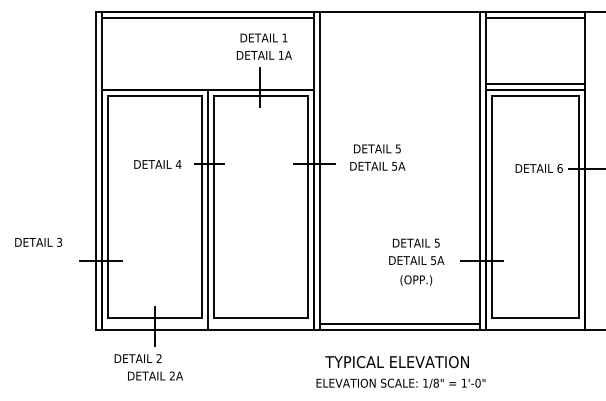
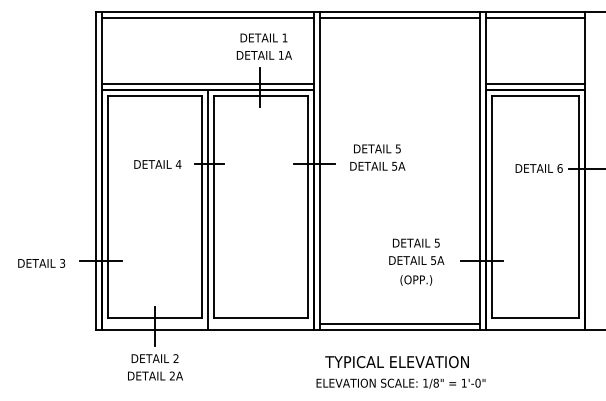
line at (399, 18): none -> present
line at (208, 83): none -> present
text at (38, 242) position: (38, 242) -> (41, 263)
text at (137, 358) position: (137, 358) -> (154, 358)
